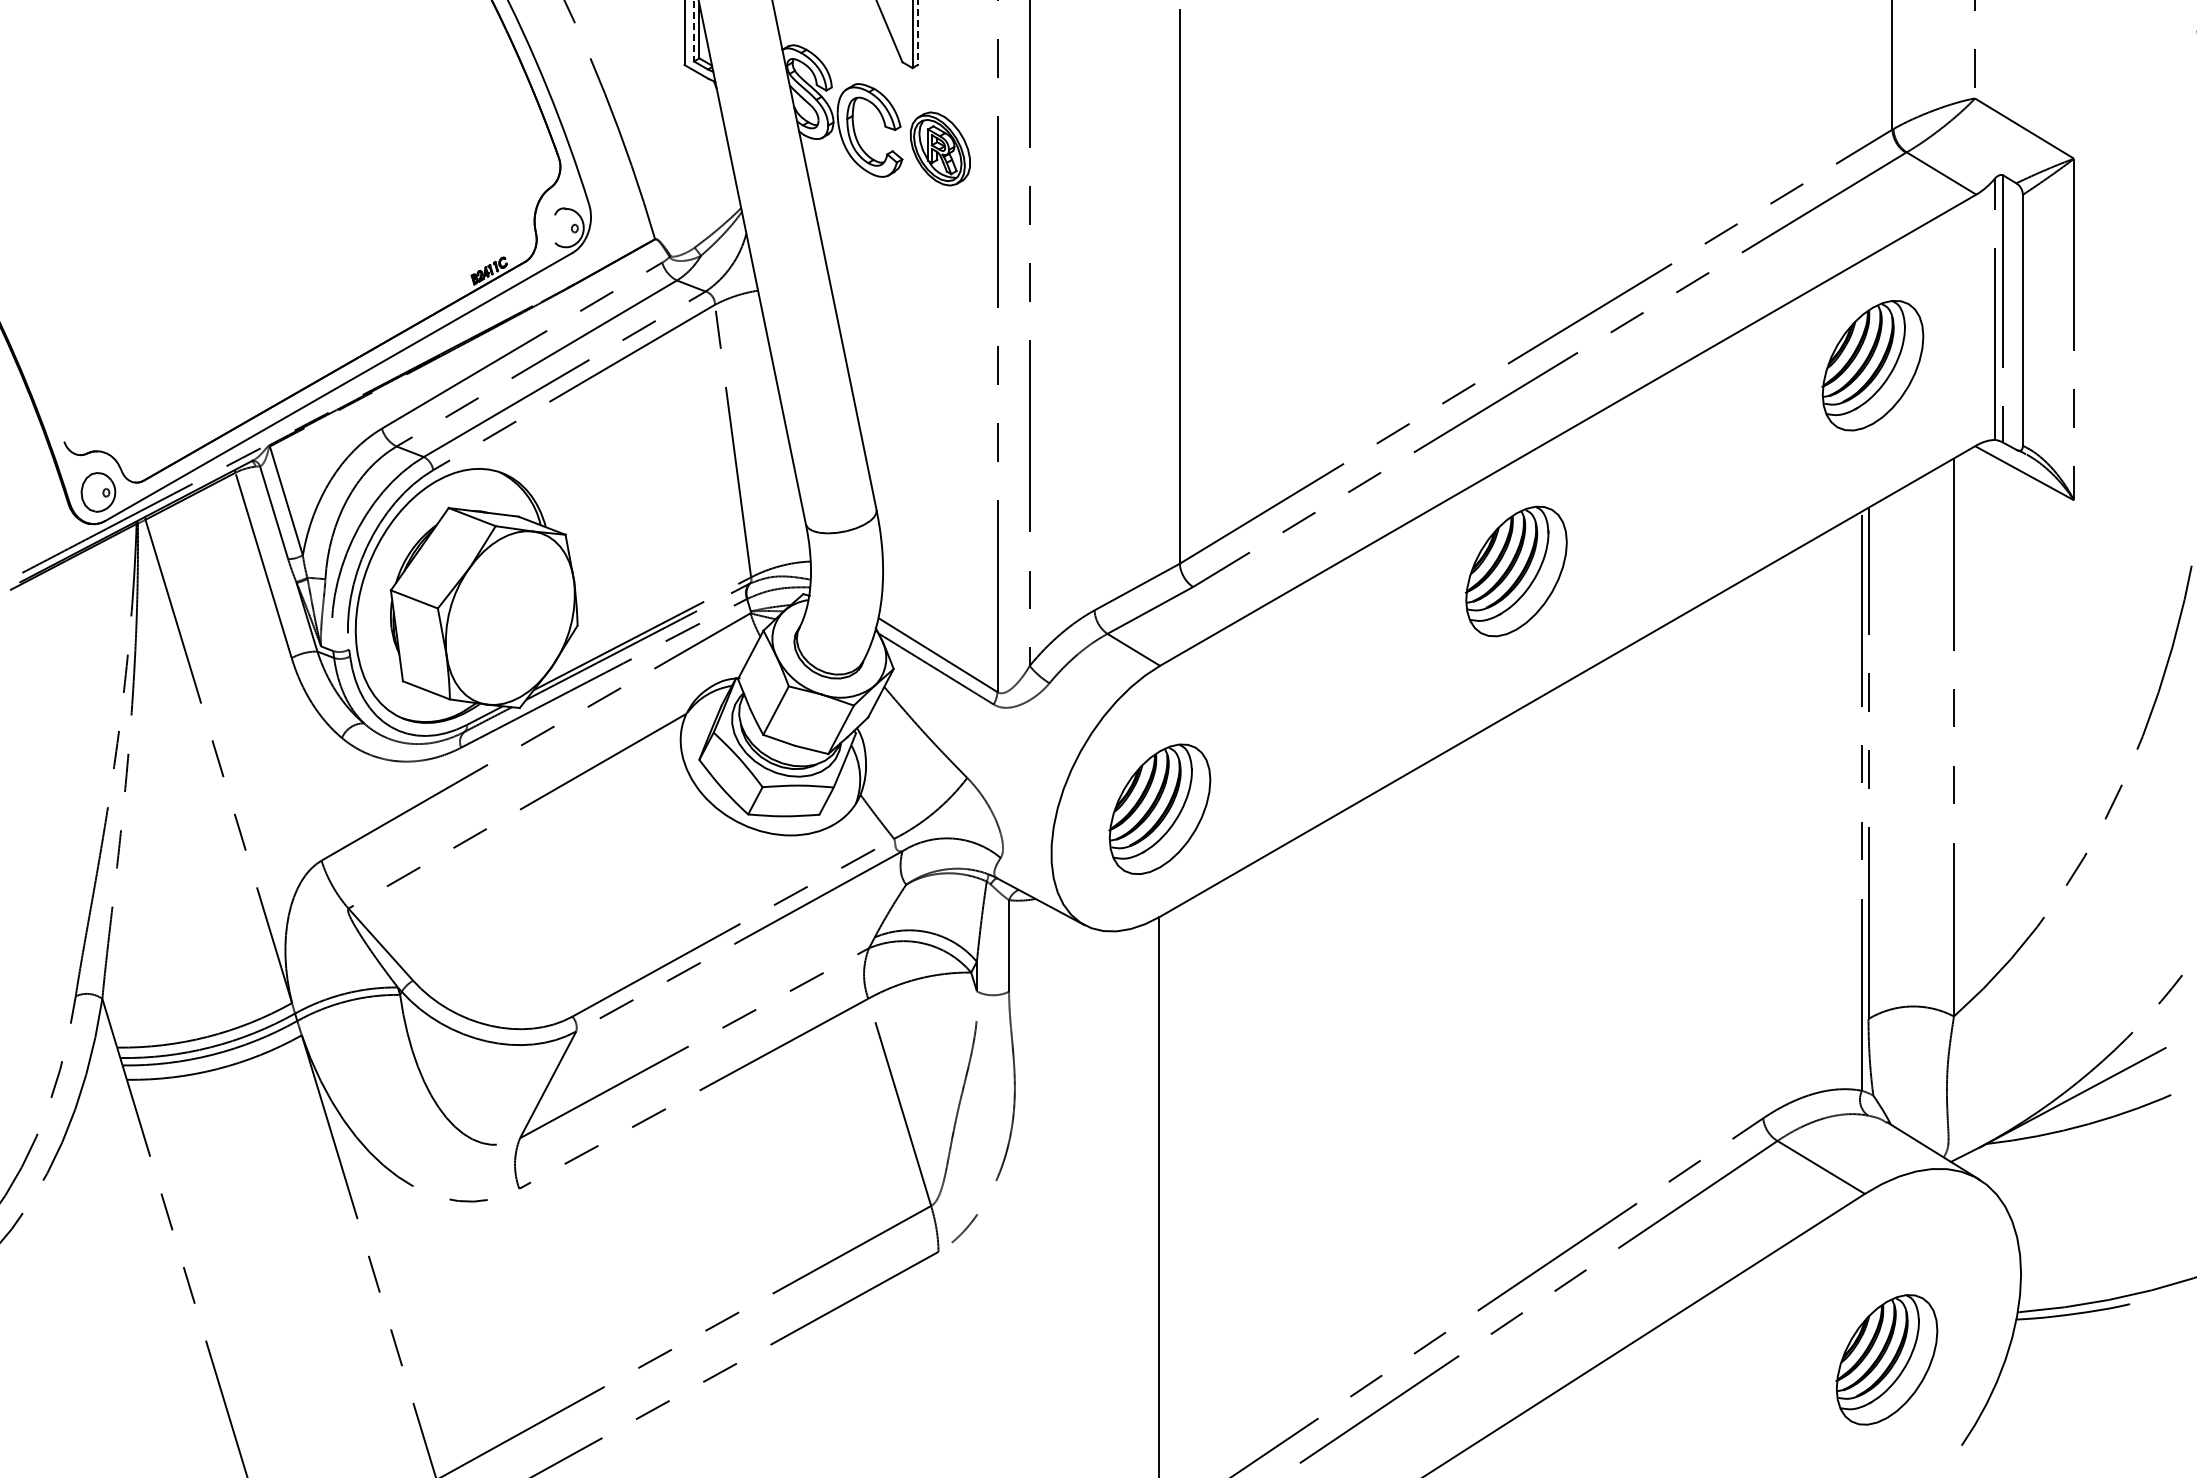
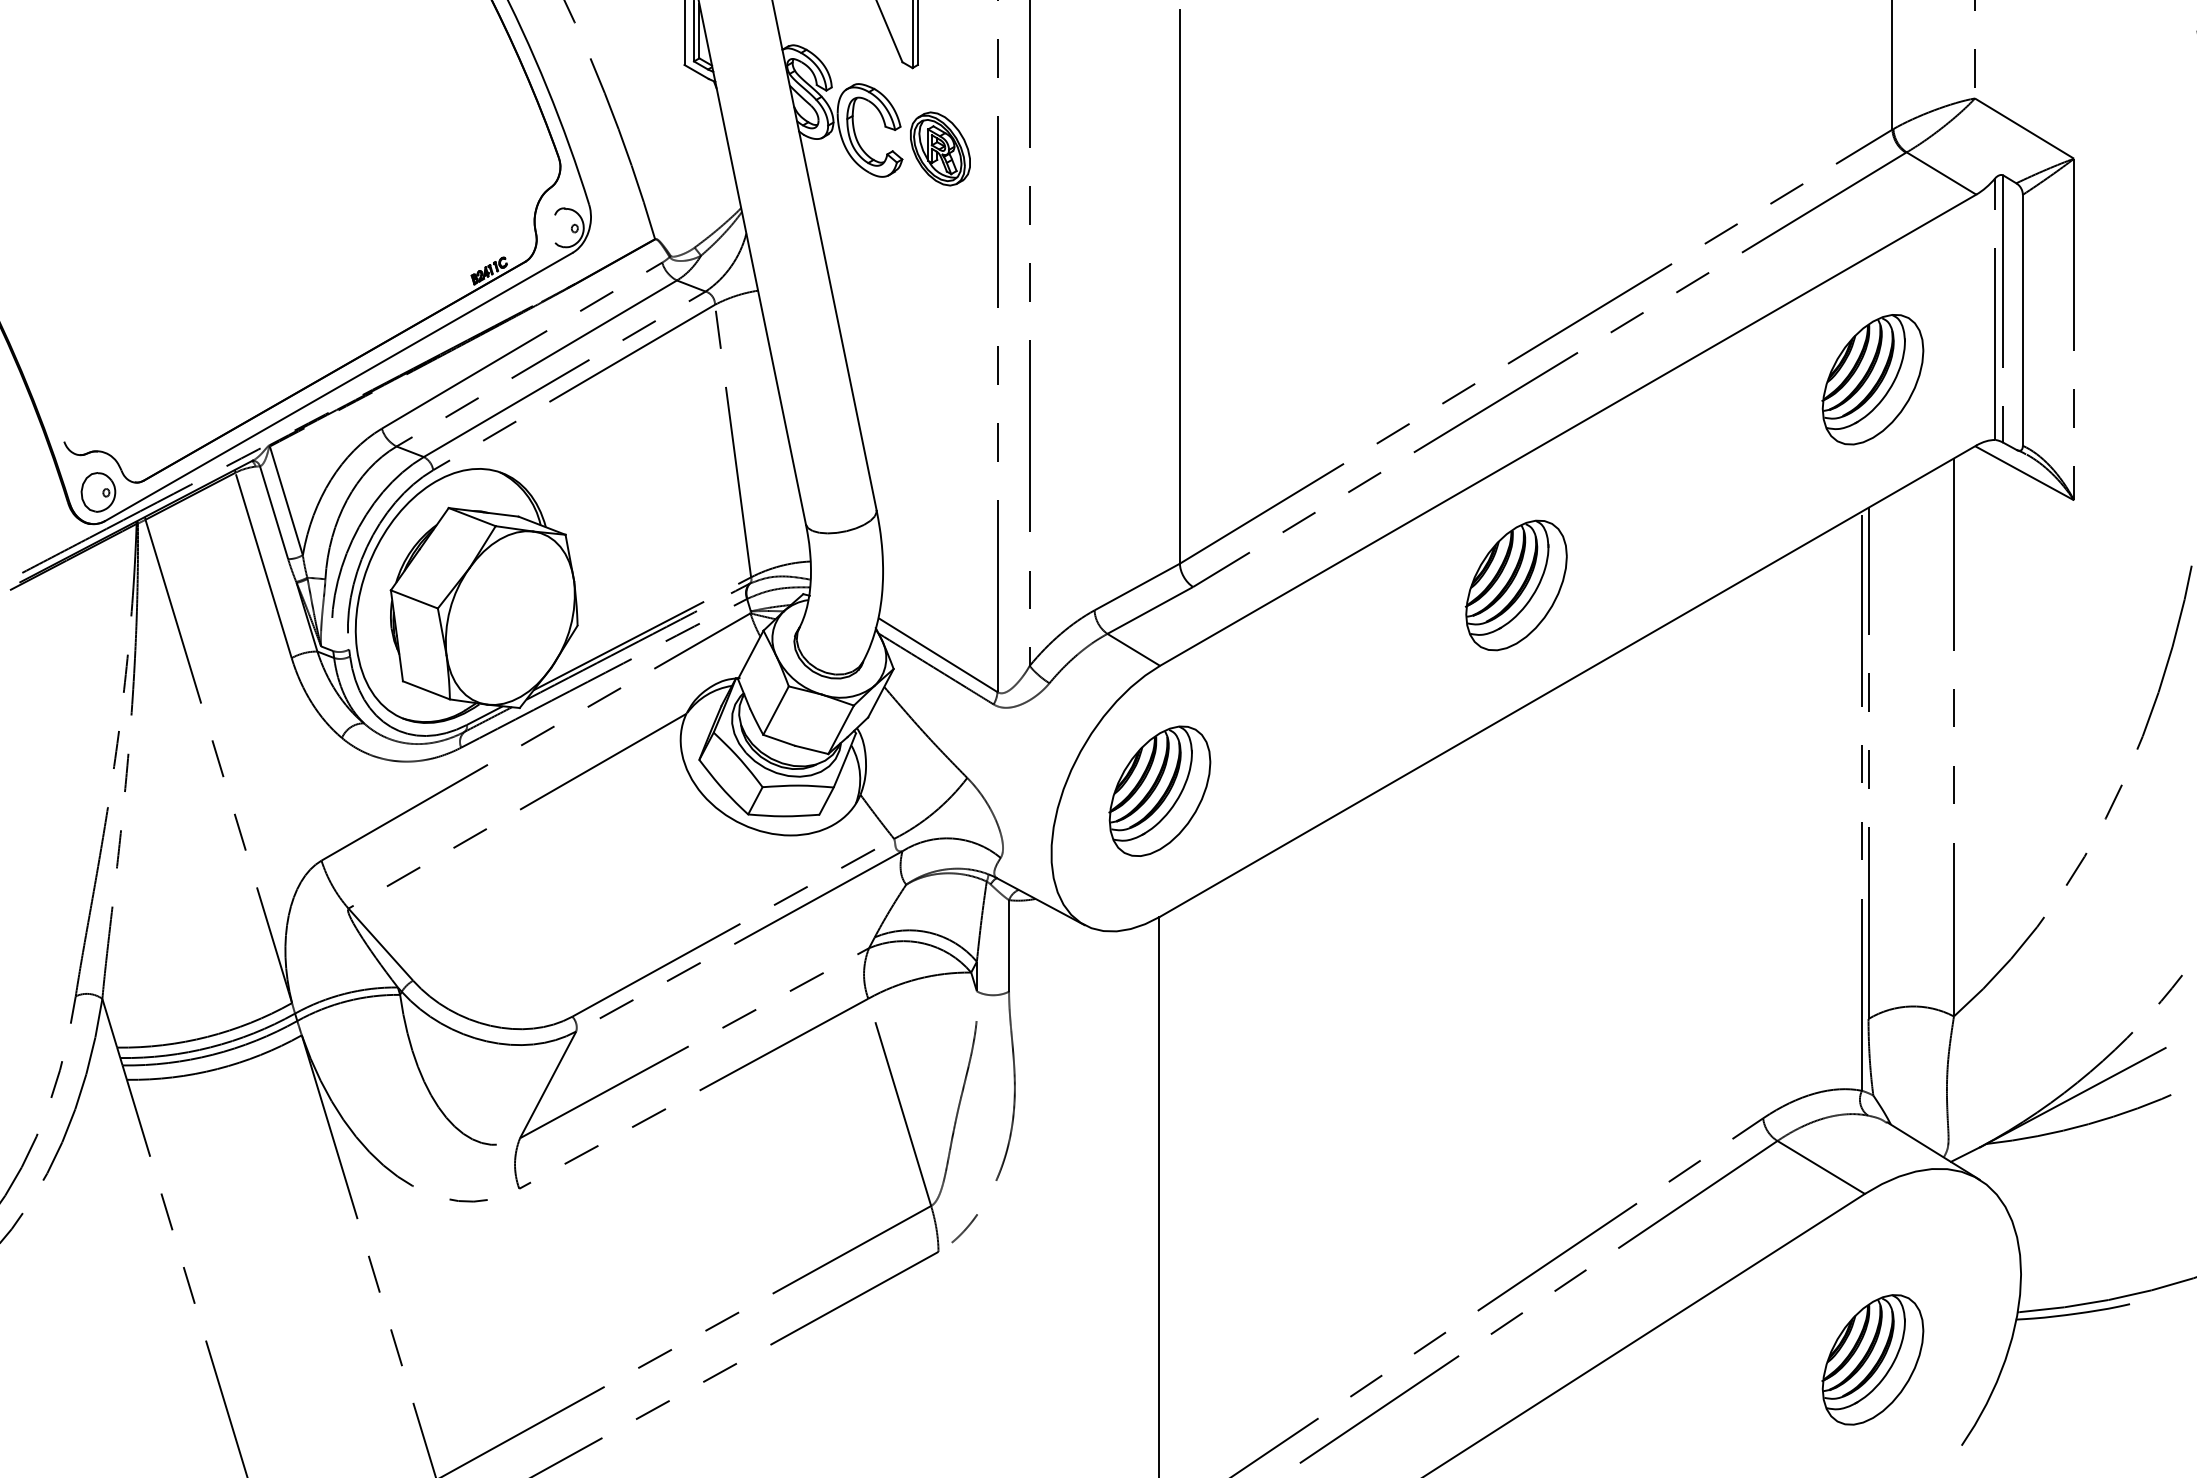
line at (694, 31): dashed -> solid
line at (917, 33): dashed -> solid
part at (1872, 365) position: (1872, 365) -> (1872, 379)
part at (1515, 571) position: (1515, 571) -> (1515, 585)
part at (1159, 808) position: (1159, 808) -> (1159, 790)
part at (1886, 1359) position: (1886, 1359) -> (1872, 1359)
